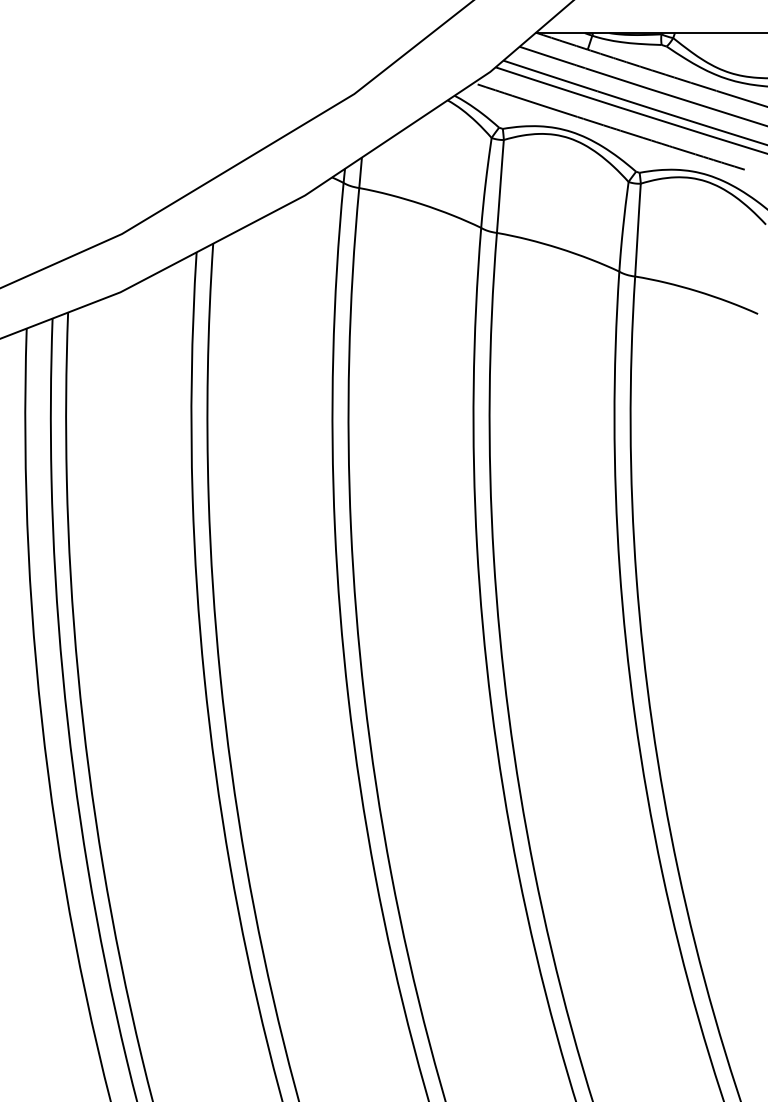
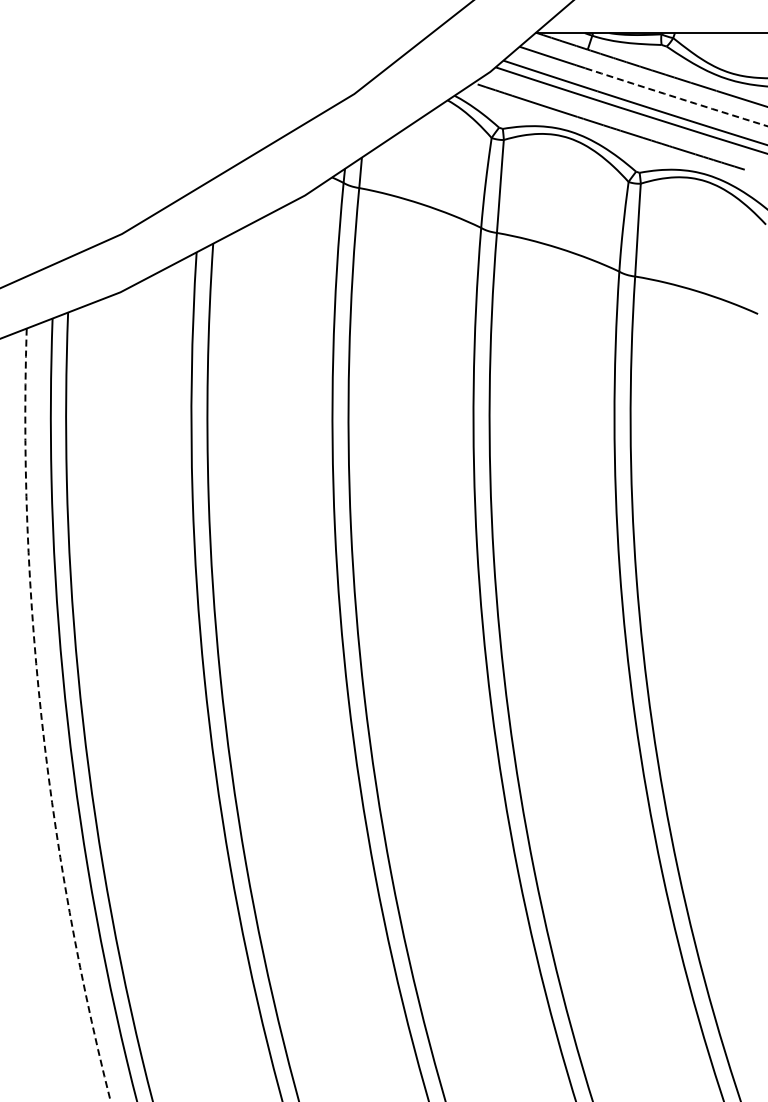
arc at (676, 97): solid -> dashed
arc at (41, 719): solid -> dashed
